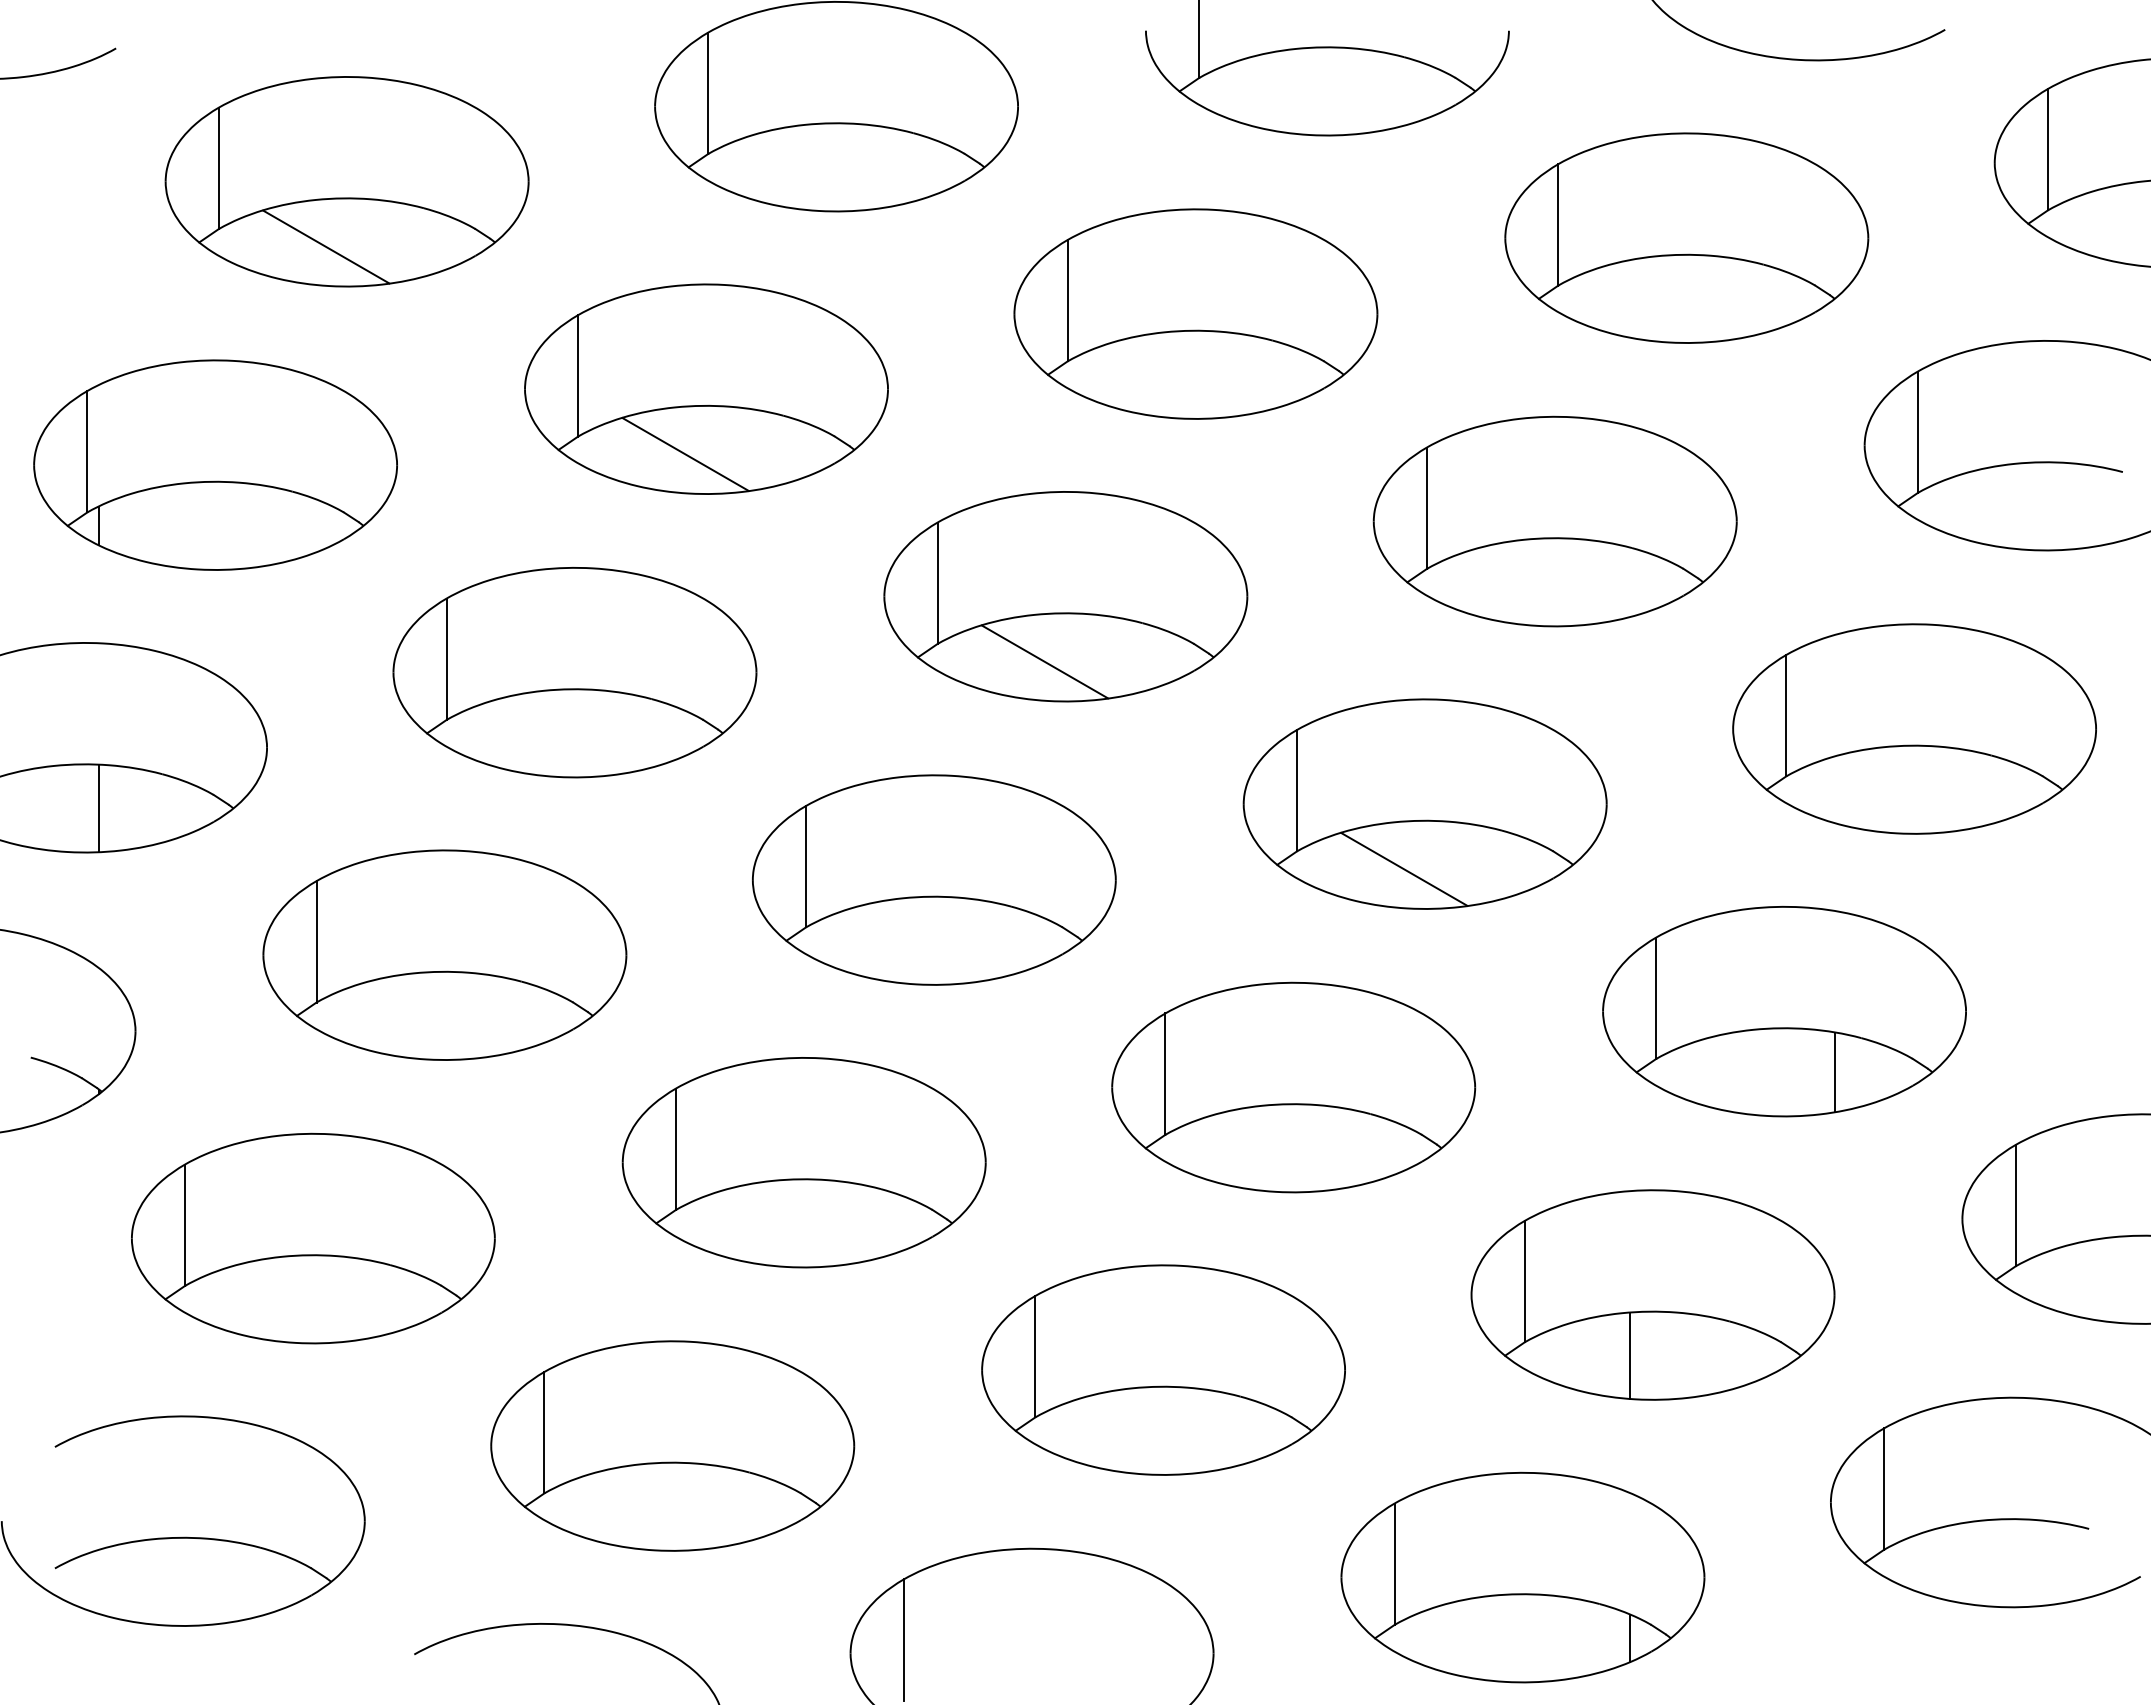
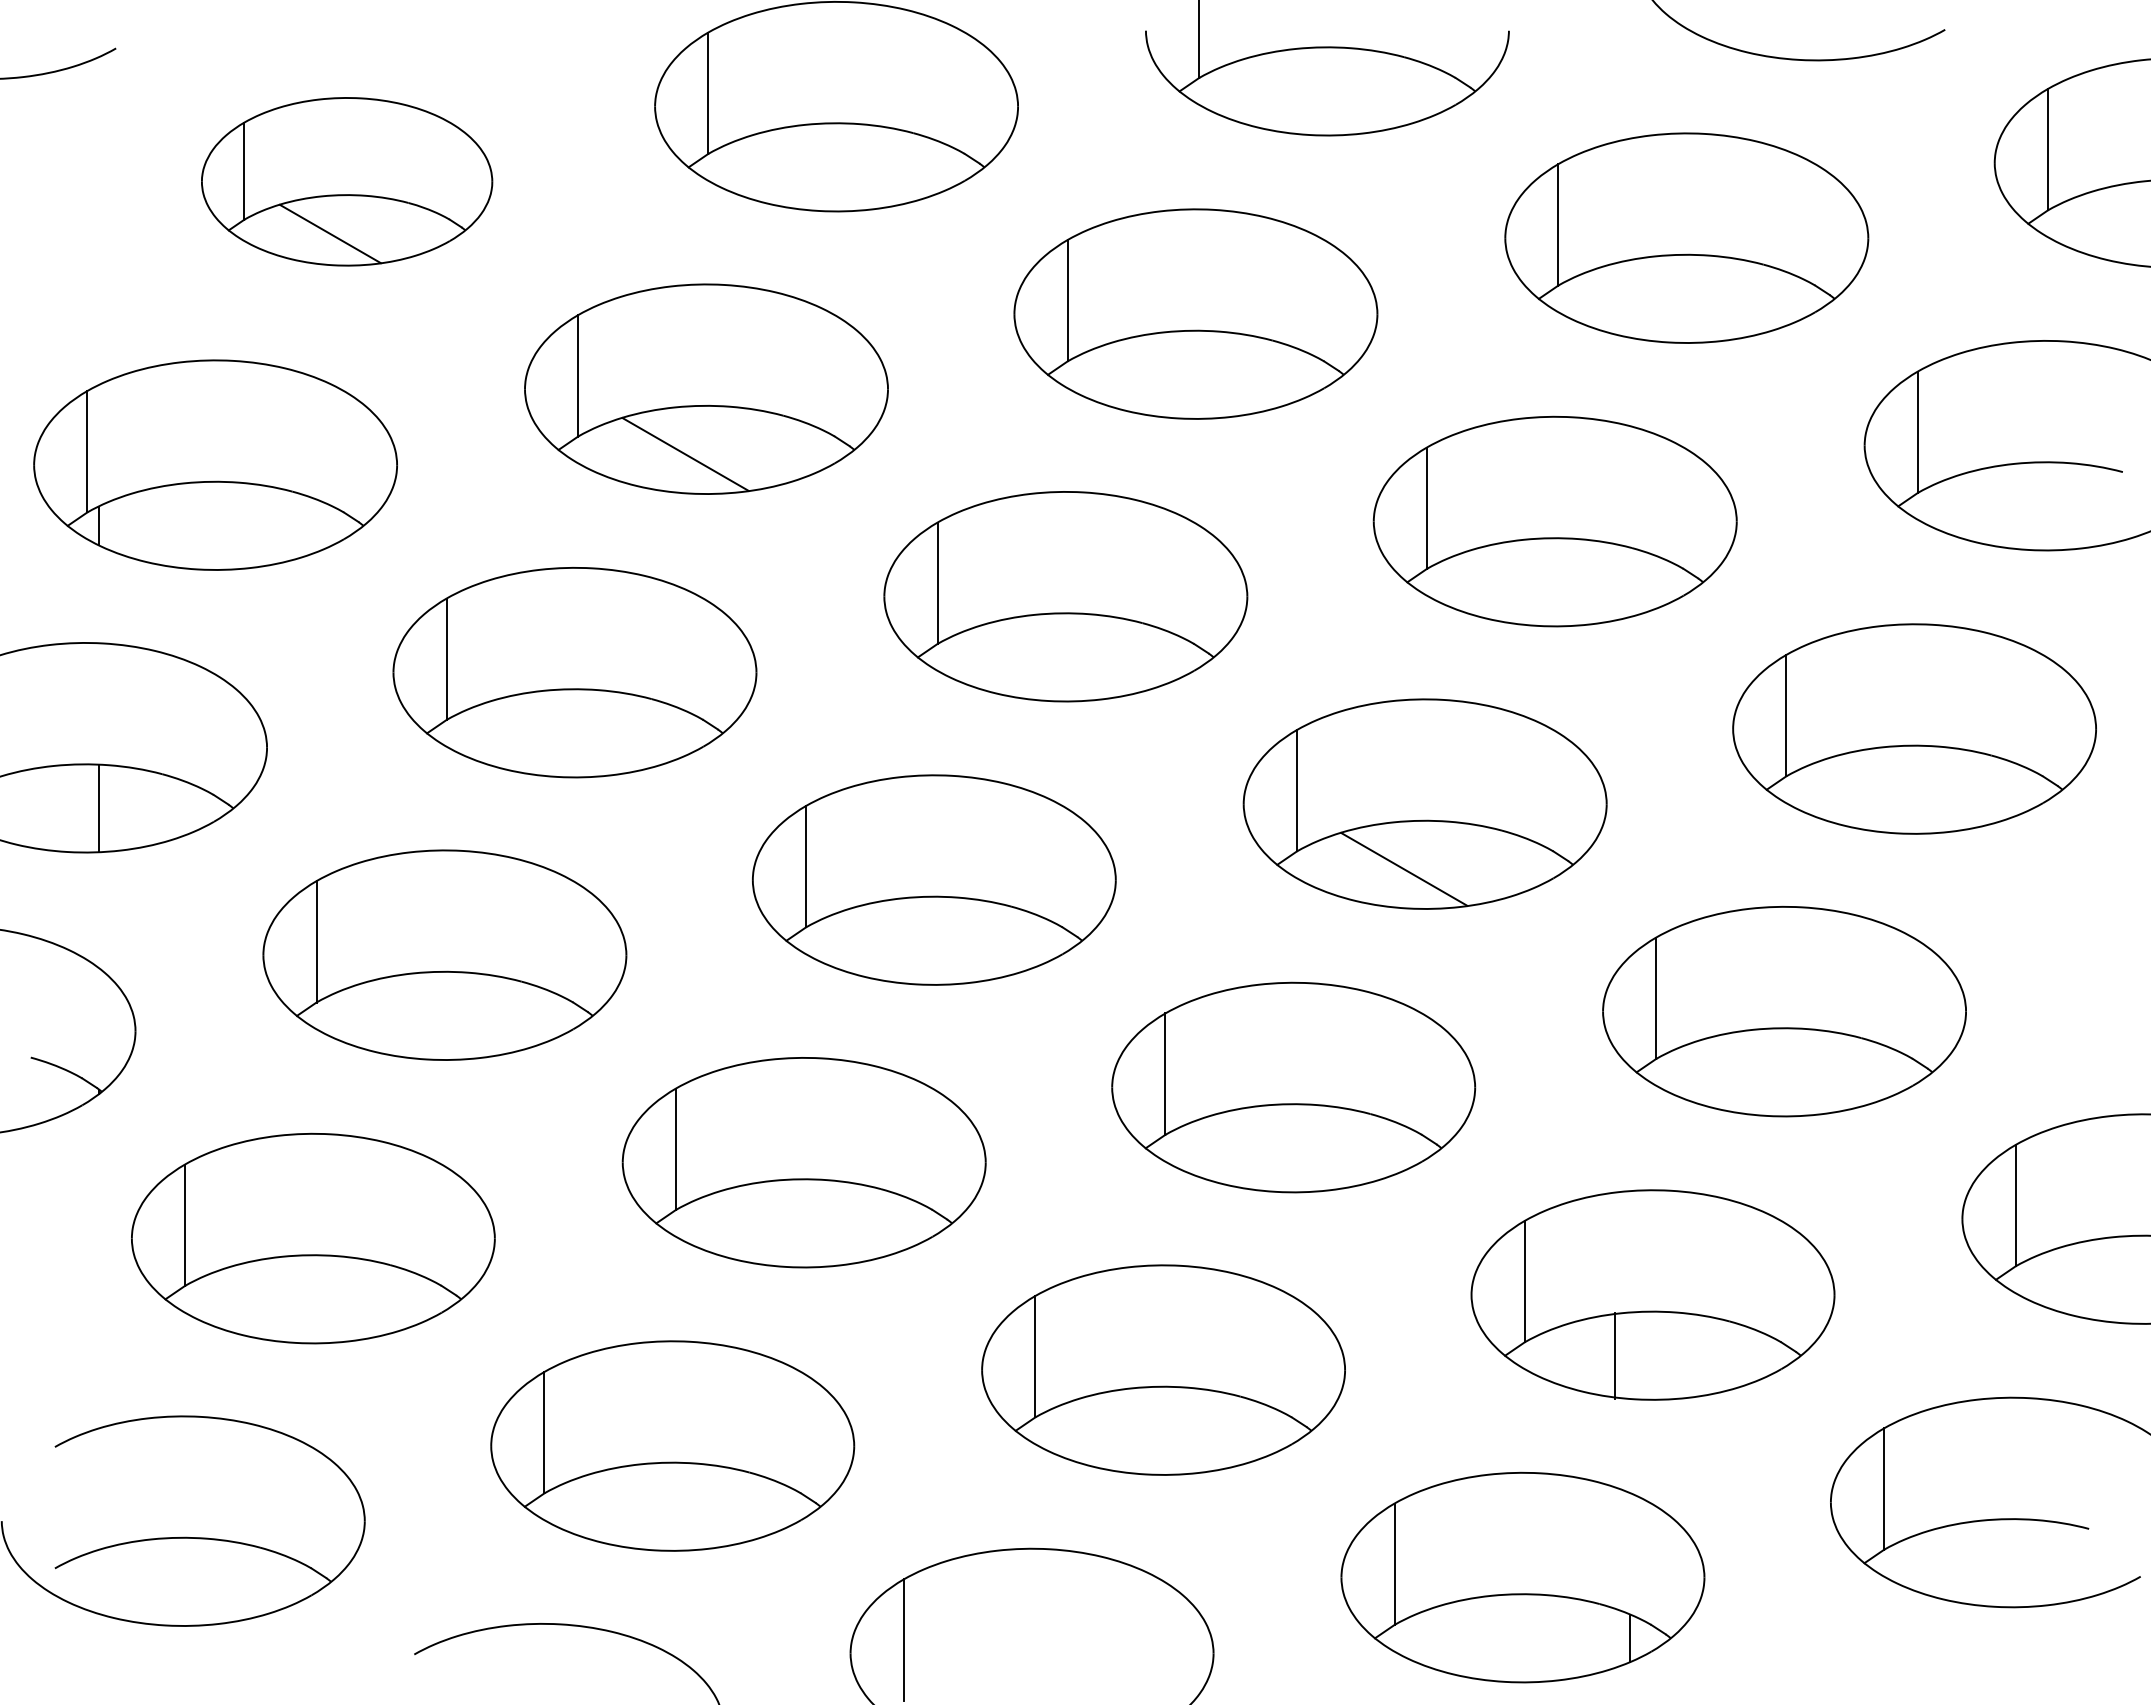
part at (346, 181) size: 366x212 px -> 293x170 px
line at (1044, 661): present -> none
line at (1835, 1071): present -> none
line at (1630, 1355) position: (1630, 1355) -> (1615, 1355)
